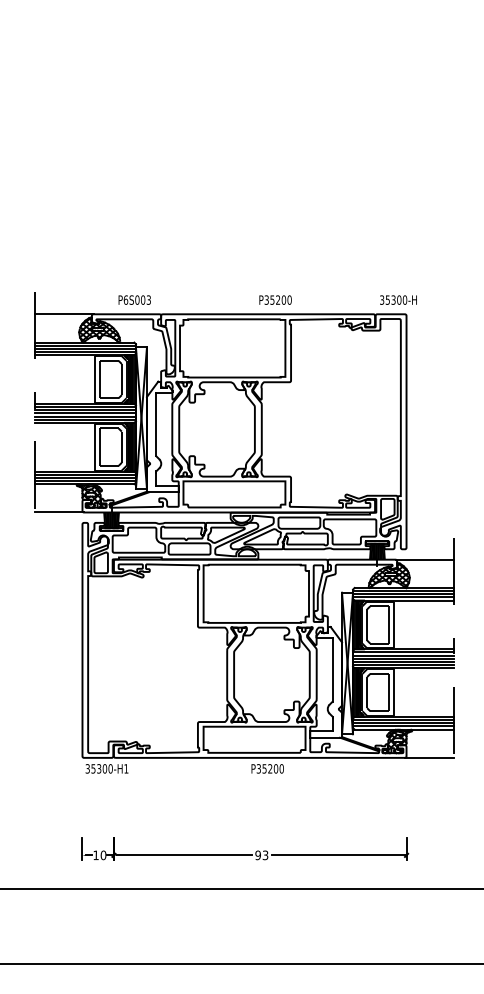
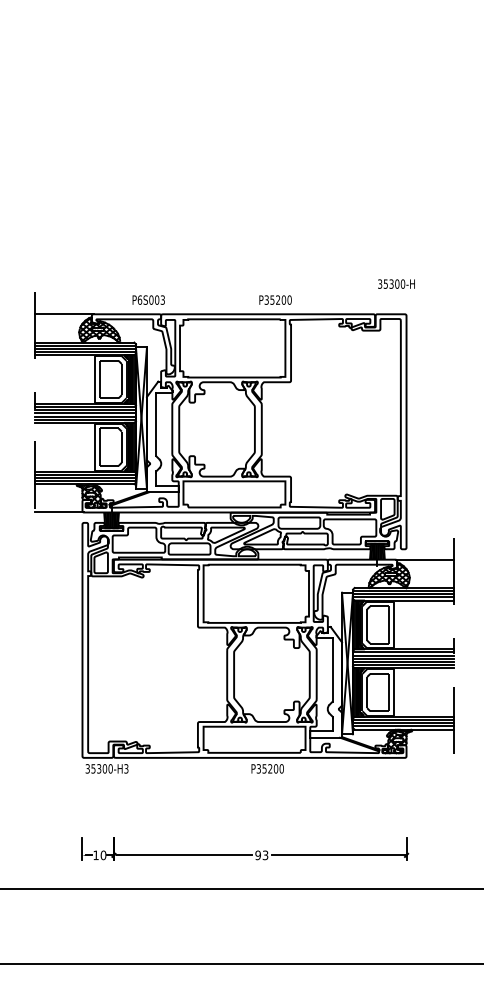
text at (134, 299) position: (134, 299) -> (148, 299)
text at (398, 299) position: (398, 299) -> (396, 283)
line at (428, 757): present -> none
text at (126, 768): 35300-H1 -> 35300-H3
